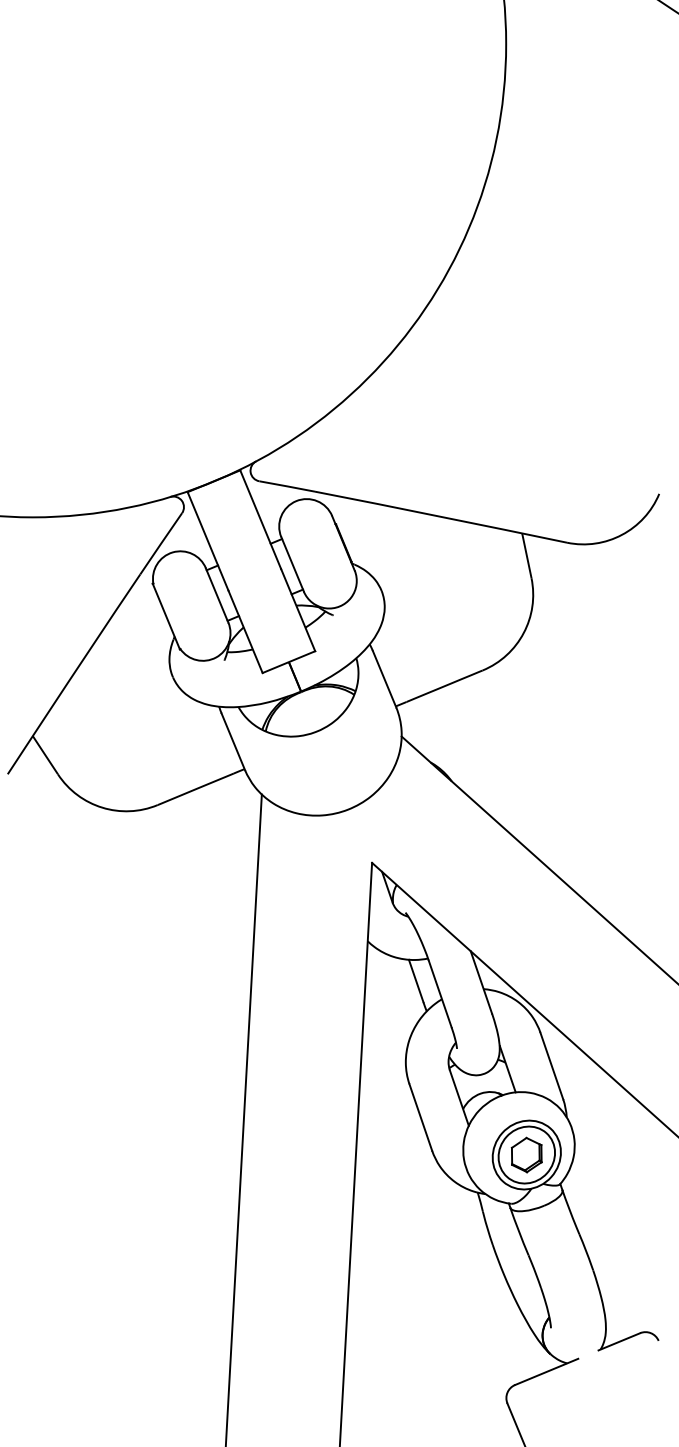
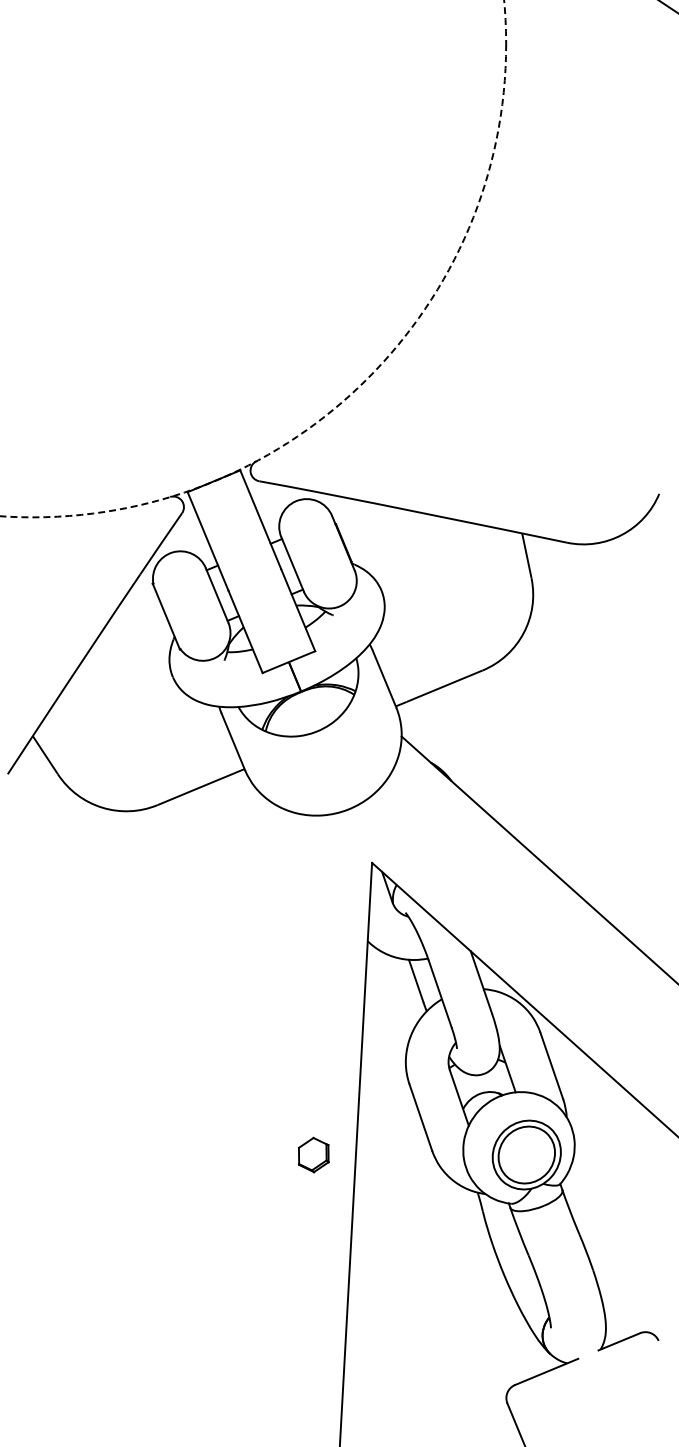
circle at (253, 258): solid -> dashed
line at (243, 1118): present -> none
part at (526, 1154) position: (526, 1154) -> (313, 1154)
